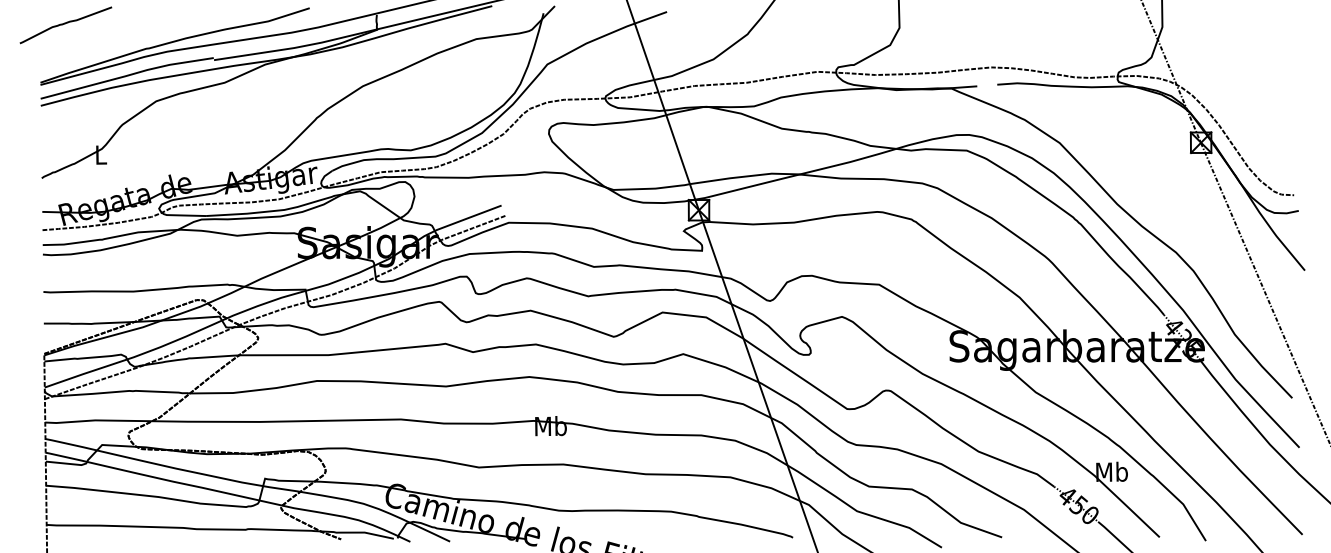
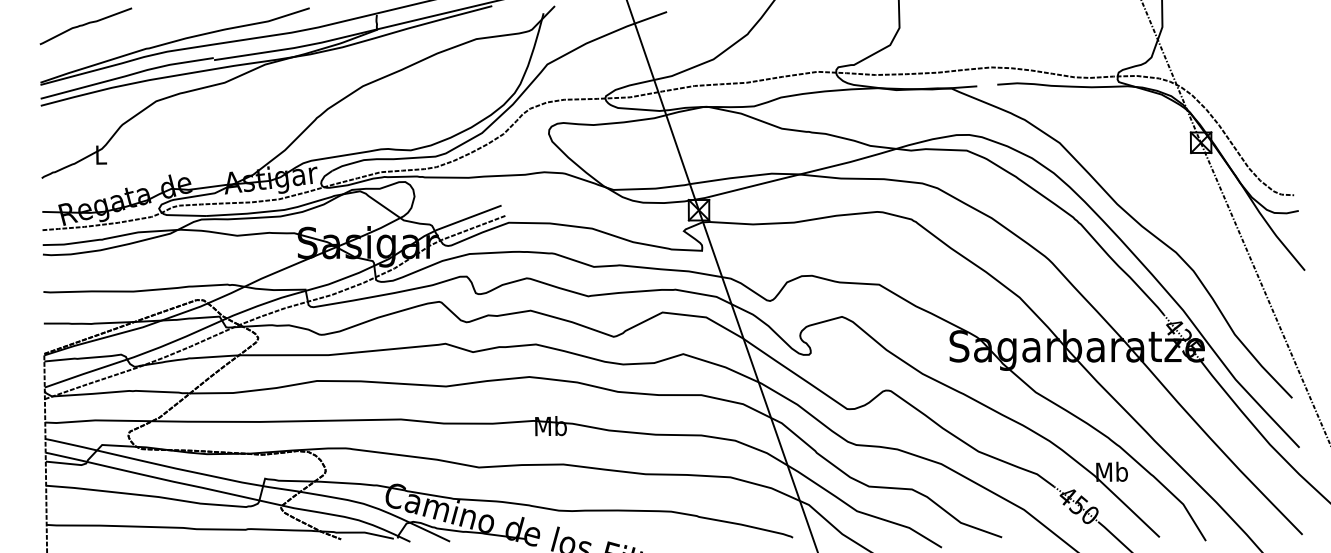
curve at (65, 24) position: (65, 24) -> (85, 25)
